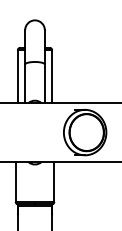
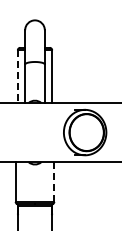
line at (17, 77): solid -> dashed
line at (54, 182): solid -> dashed
